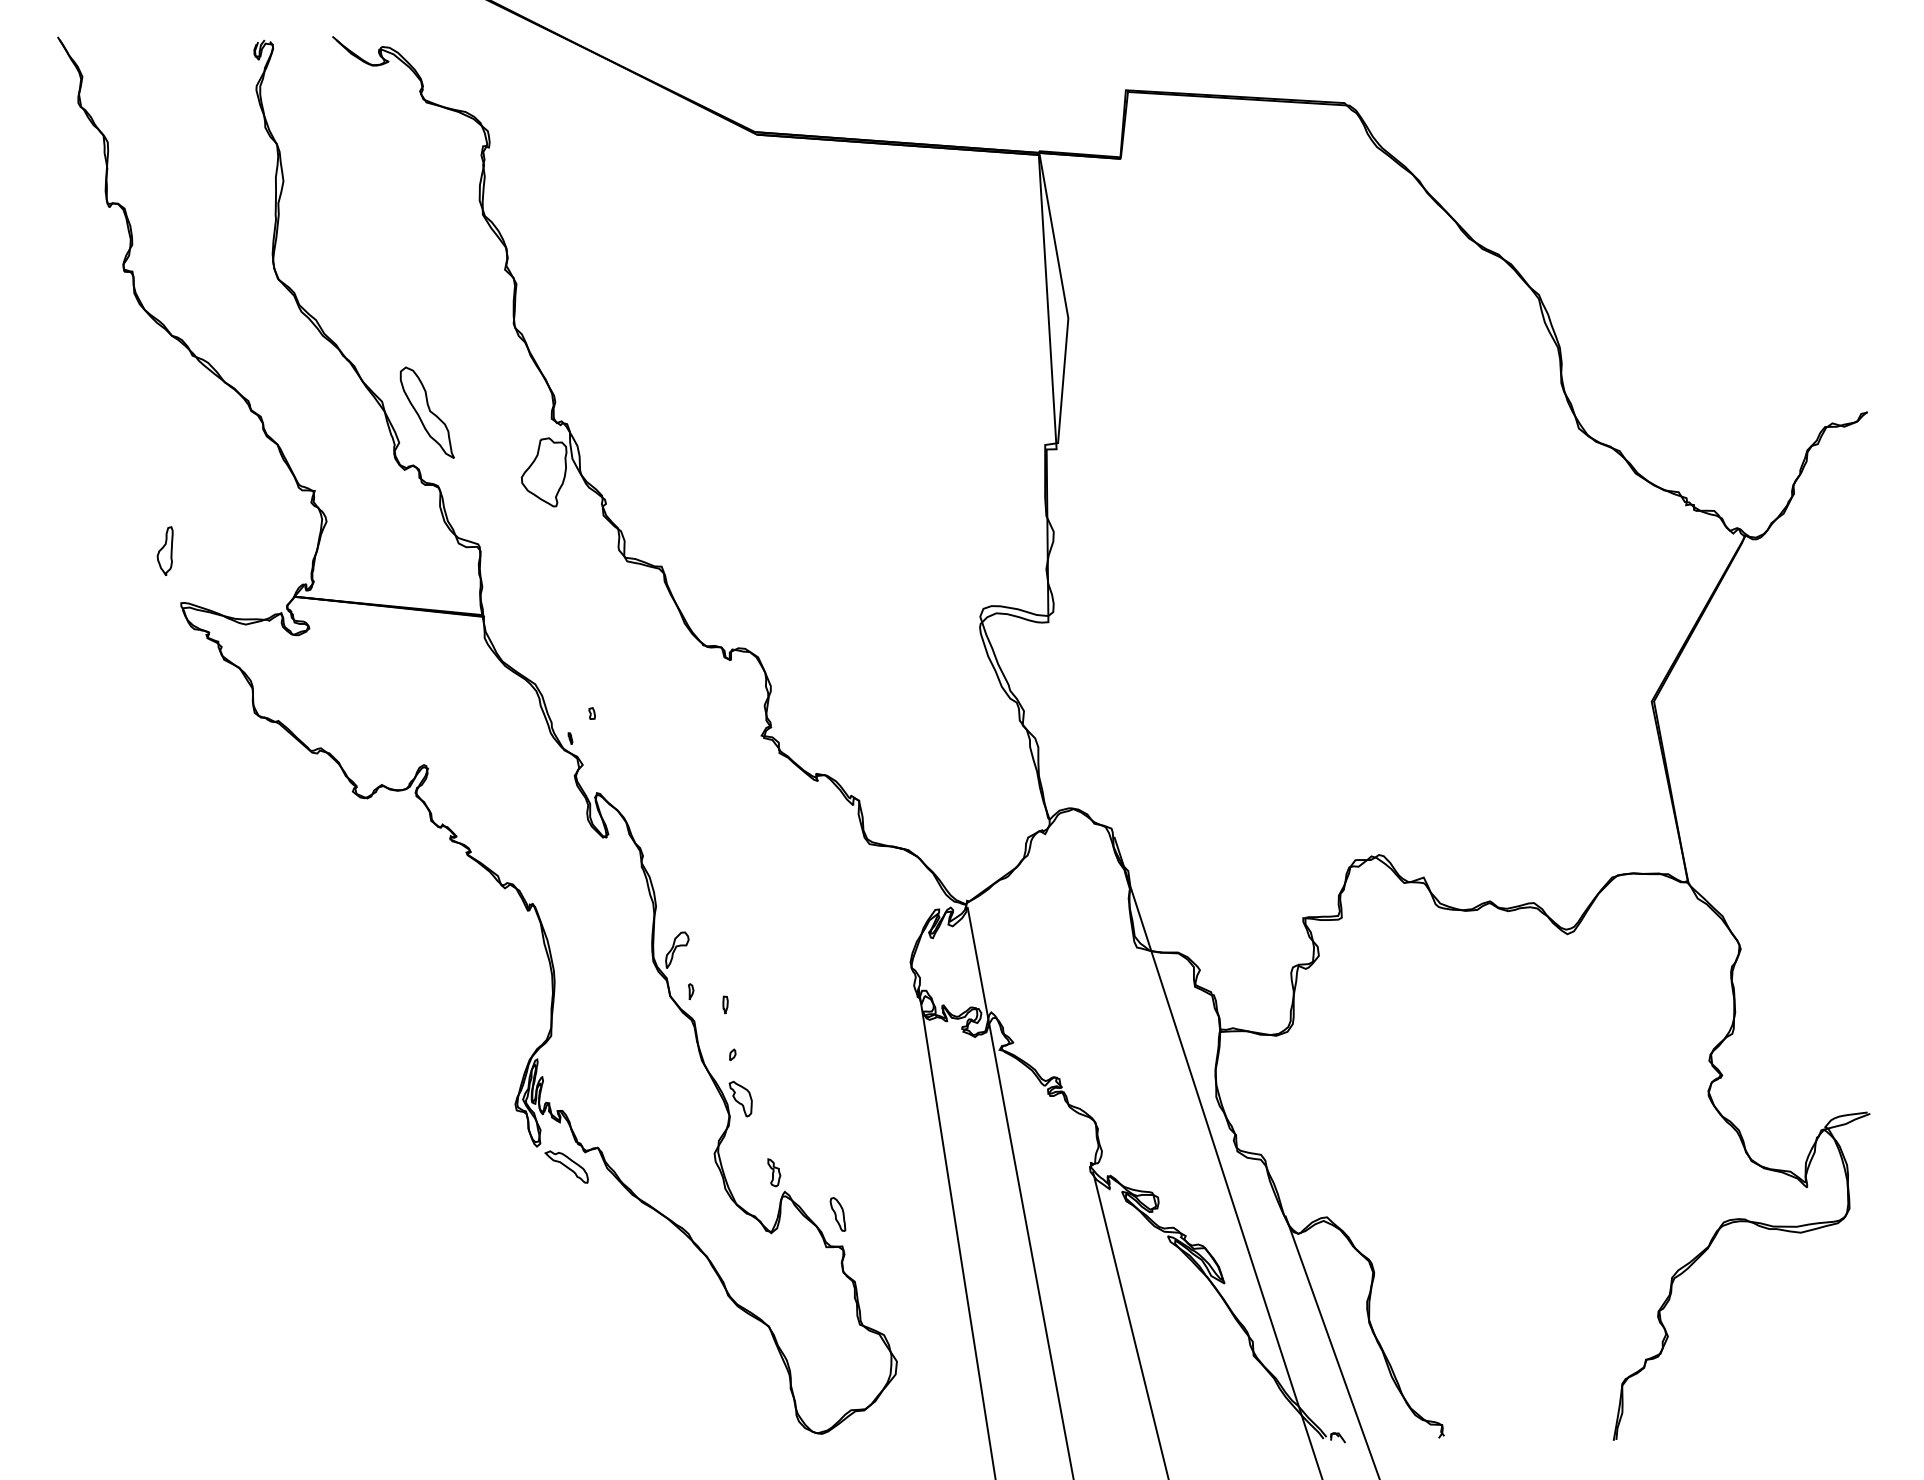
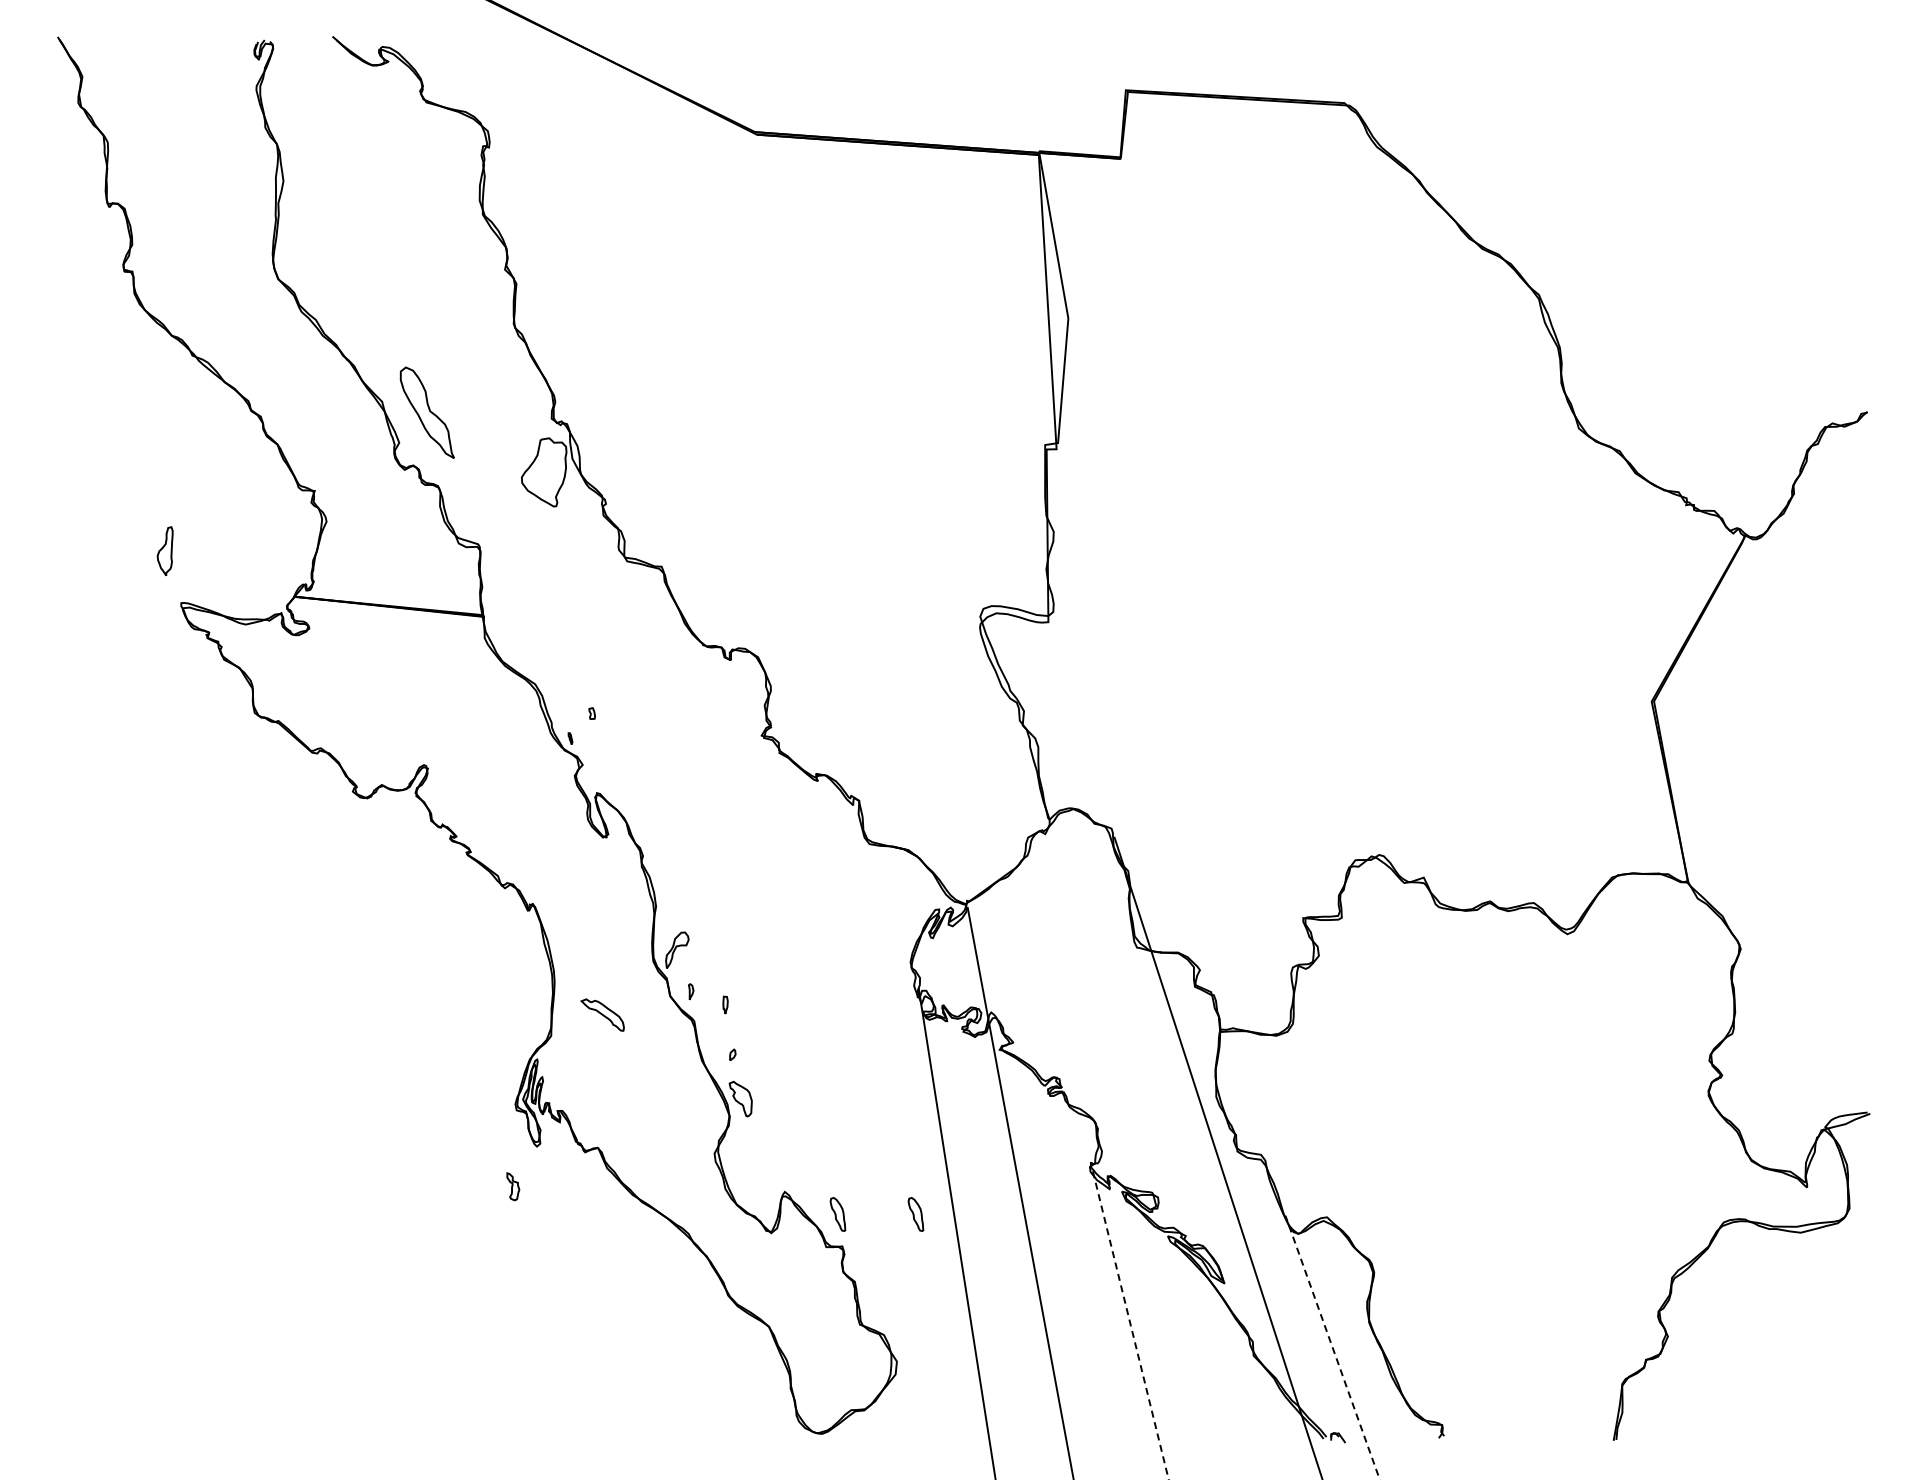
part at (566, 1166) position: (566, 1166) -> (602, 1014)
part at (774, 1172) position: (774, 1172) -> (513, 1186)
part at (915, 1214): none -> present
line at (1130, 1325): solid -> dashed
line at (1332, 1347): solid -> dashed
